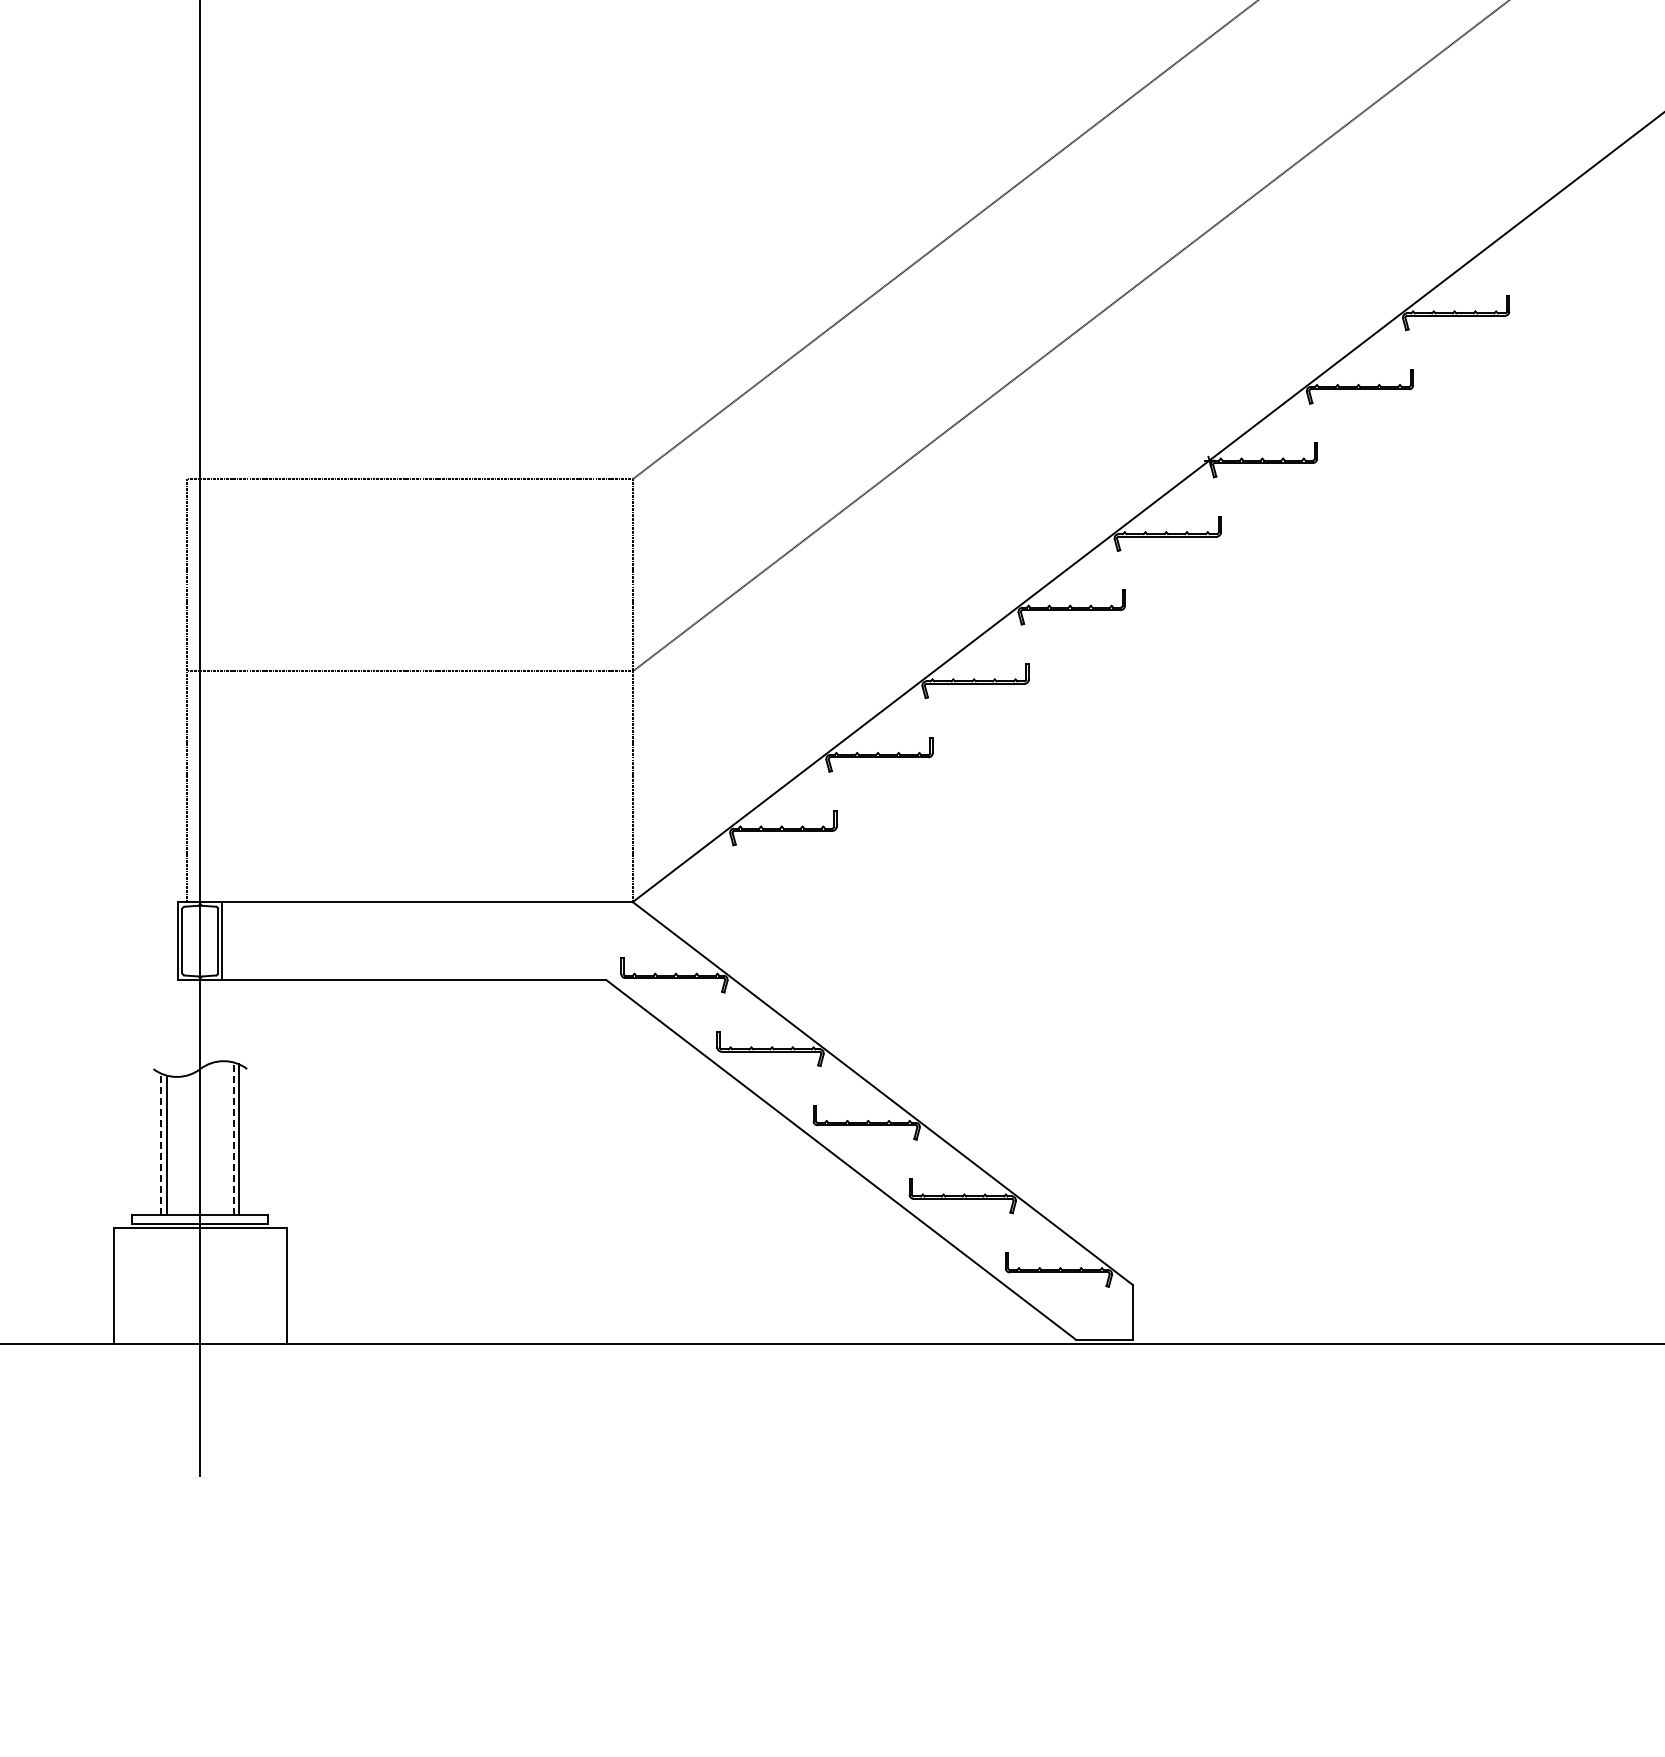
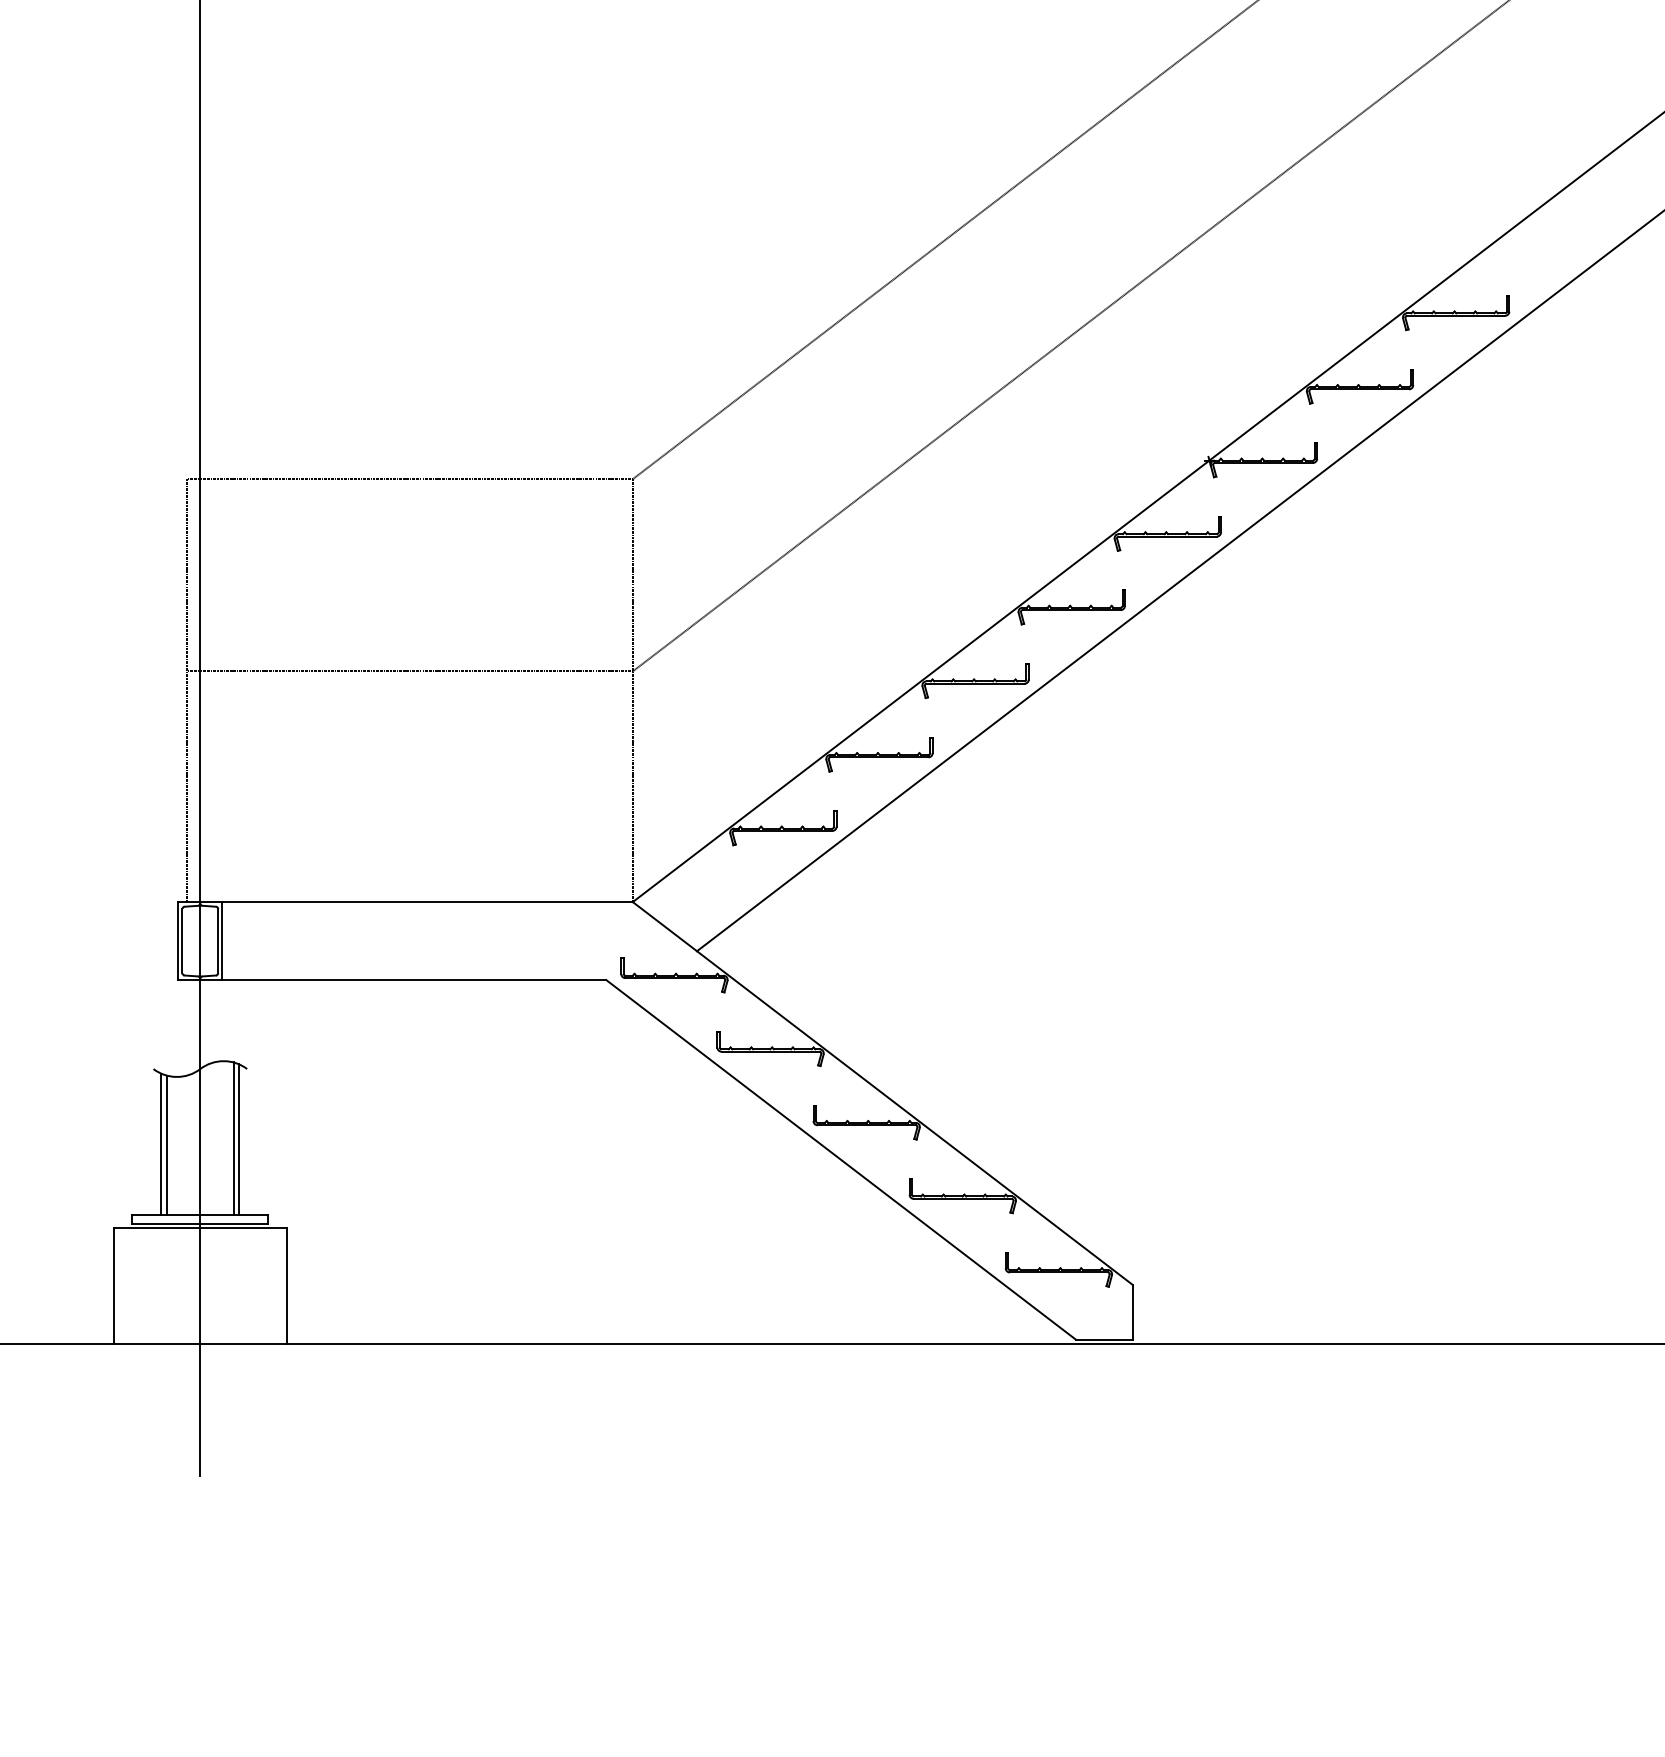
line at (1179, 581): none -> present
line at (233, 1138): dashed -> solid
line at (161, 1144): dashed -> solid
